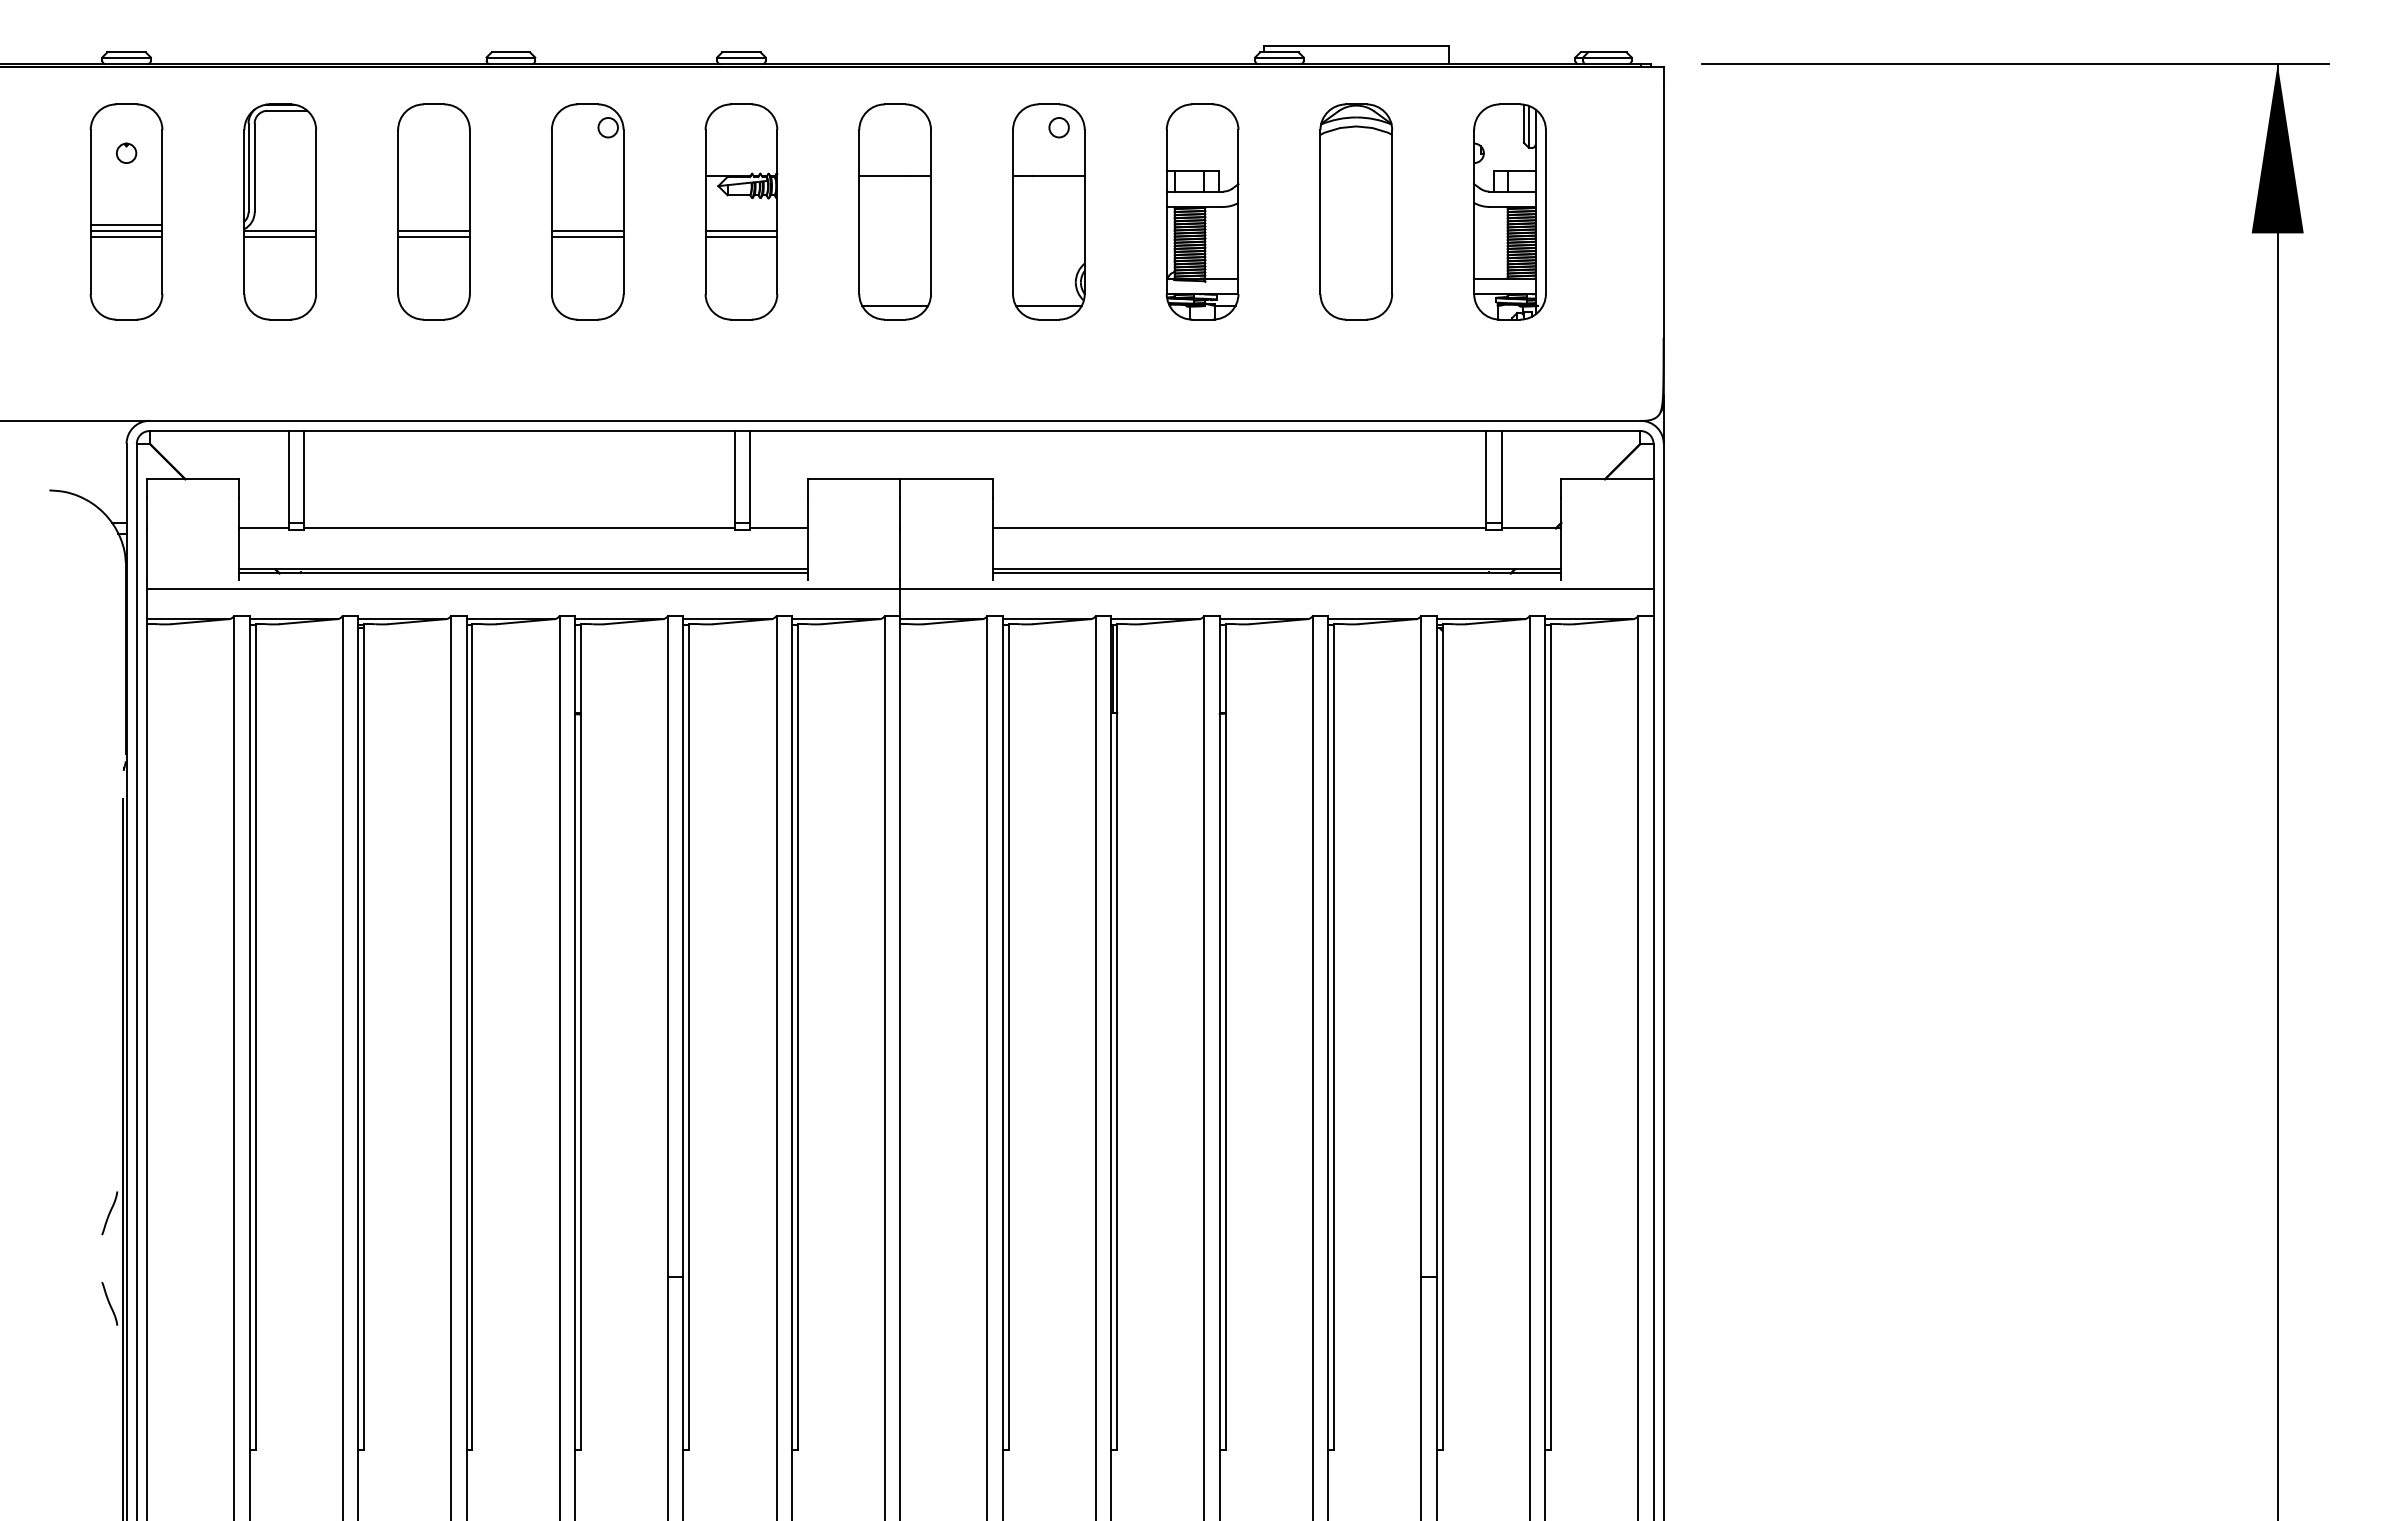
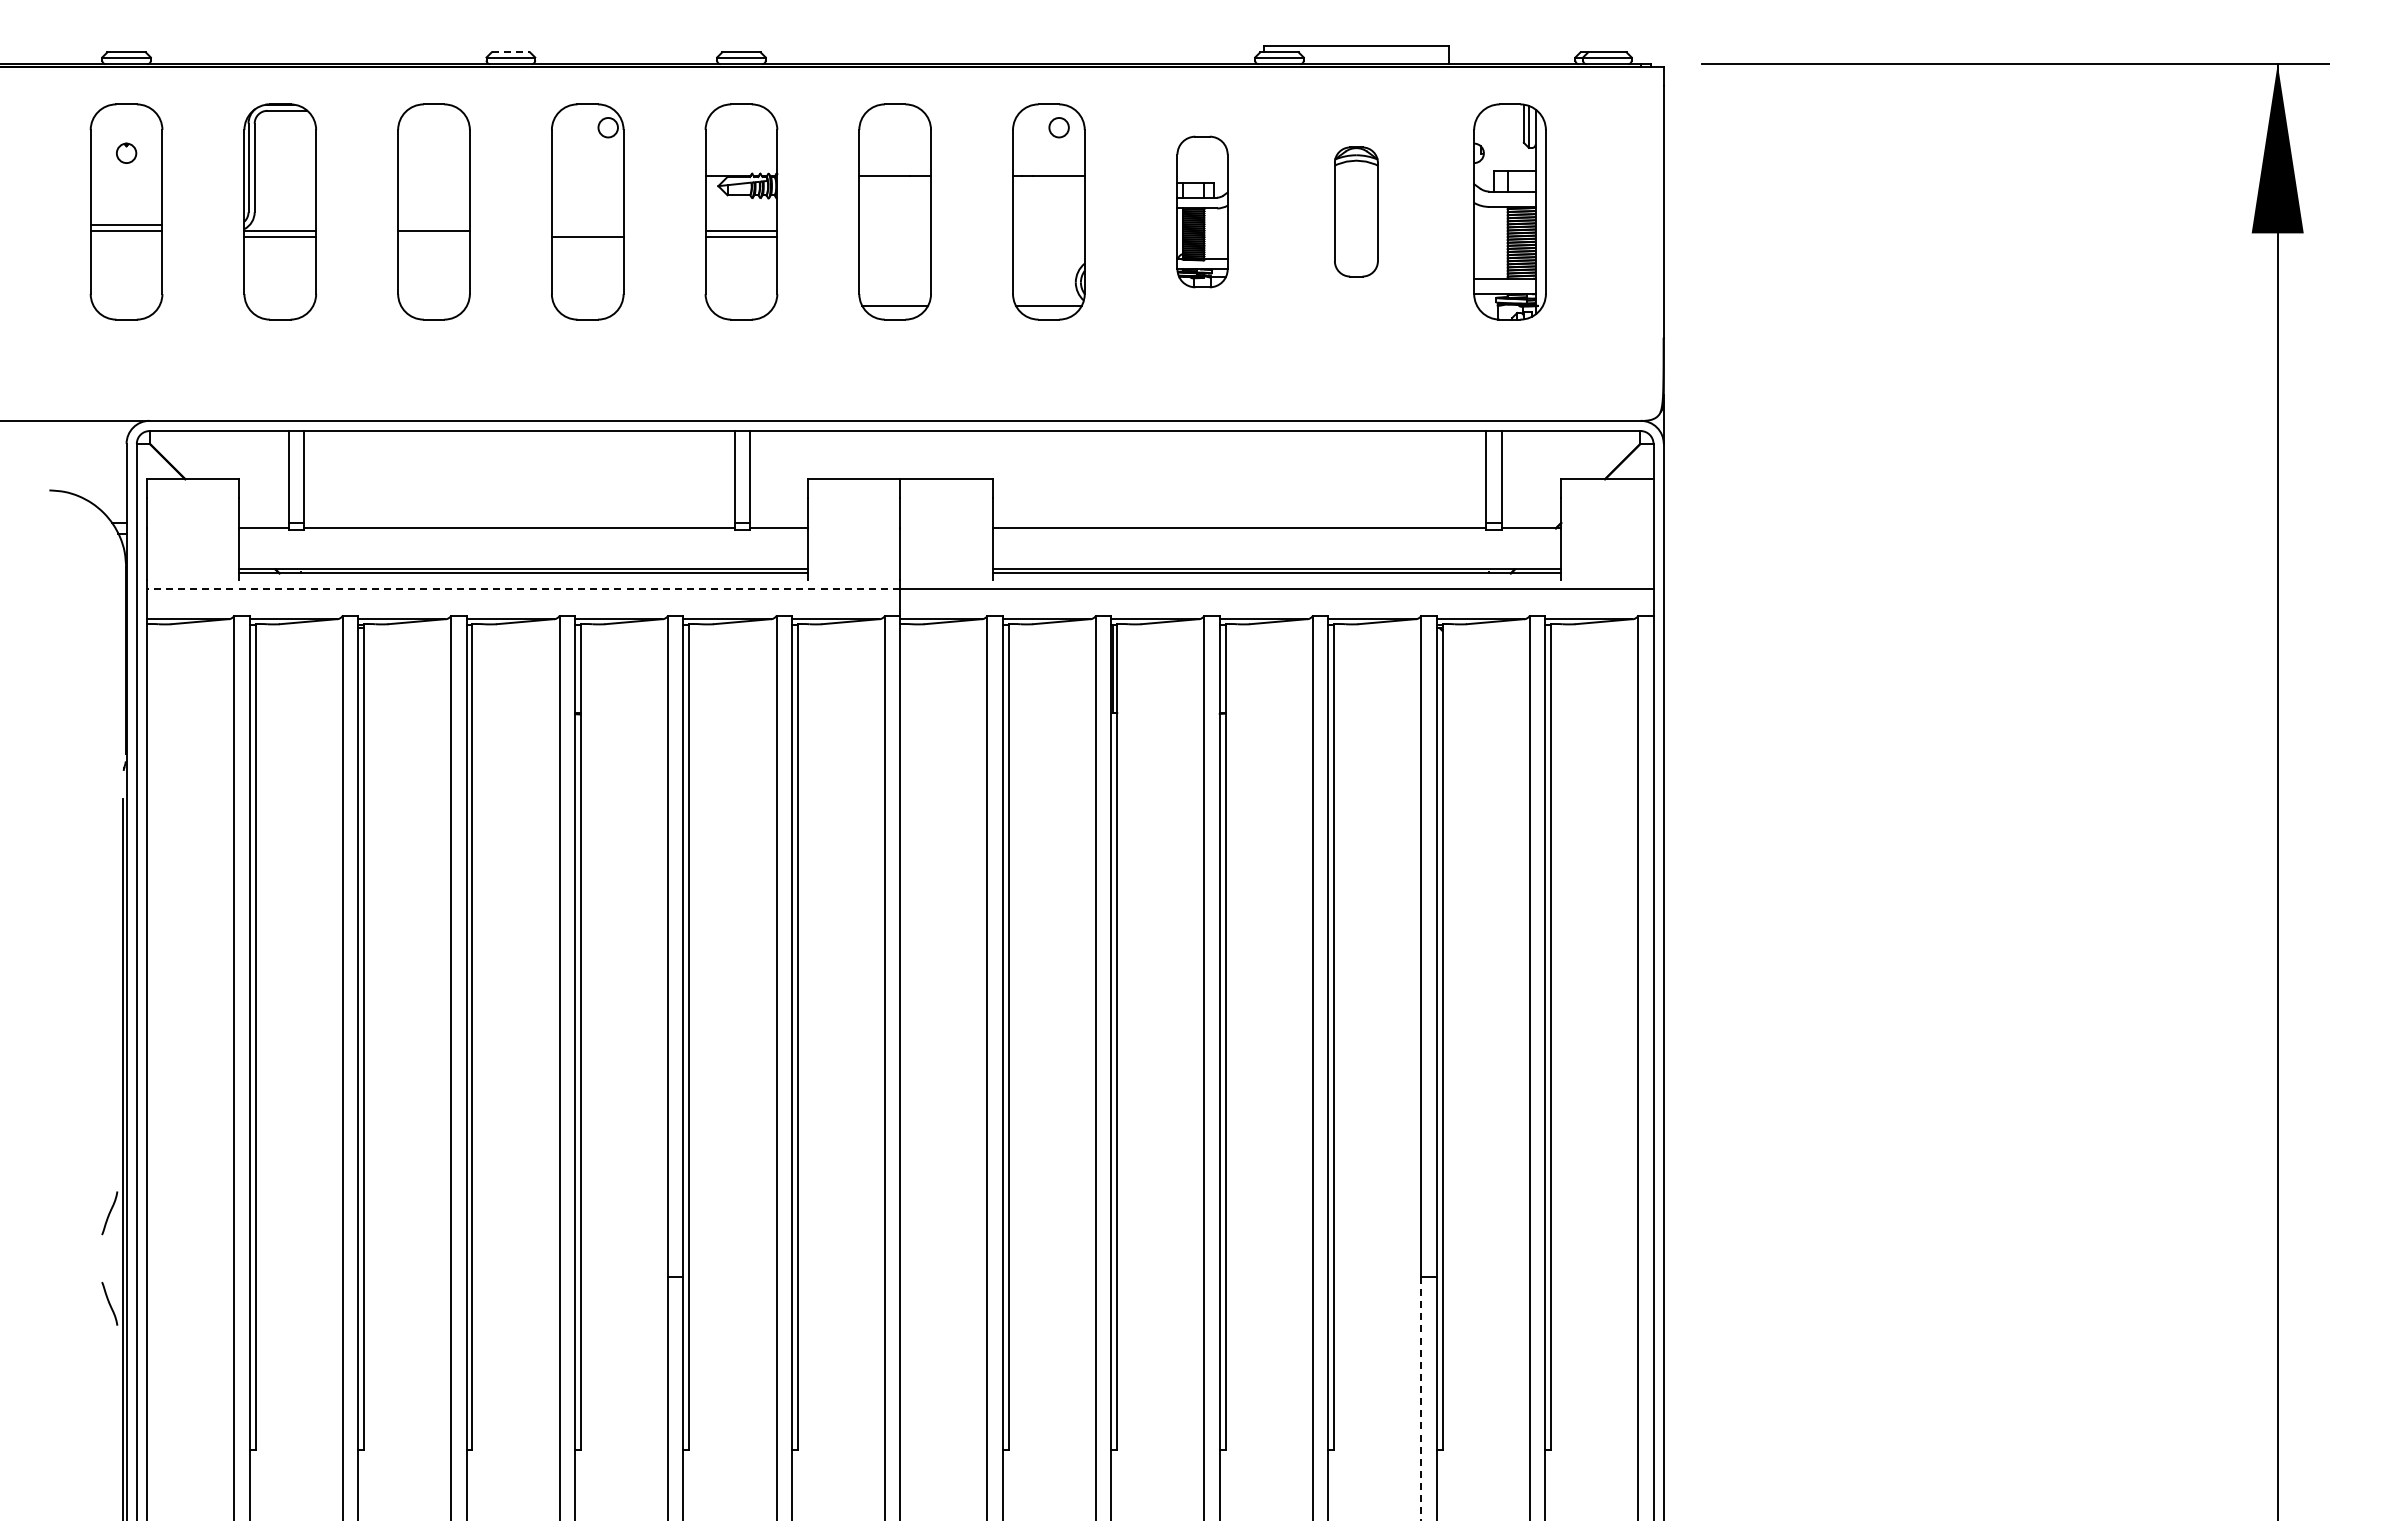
line at (511, 52): solid -> dashed
part at (1202, 211) size: 75x218 px -> 53x154 px
part at (1356, 211) size: 75x218 px -> 45x132 px
line at (587, 231): present -> none
line at (126, 237): present -> none
line at (433, 237): present -> none
line at (523, 588): solid -> dashed
line at (1421, 1398): solid -> dashed
